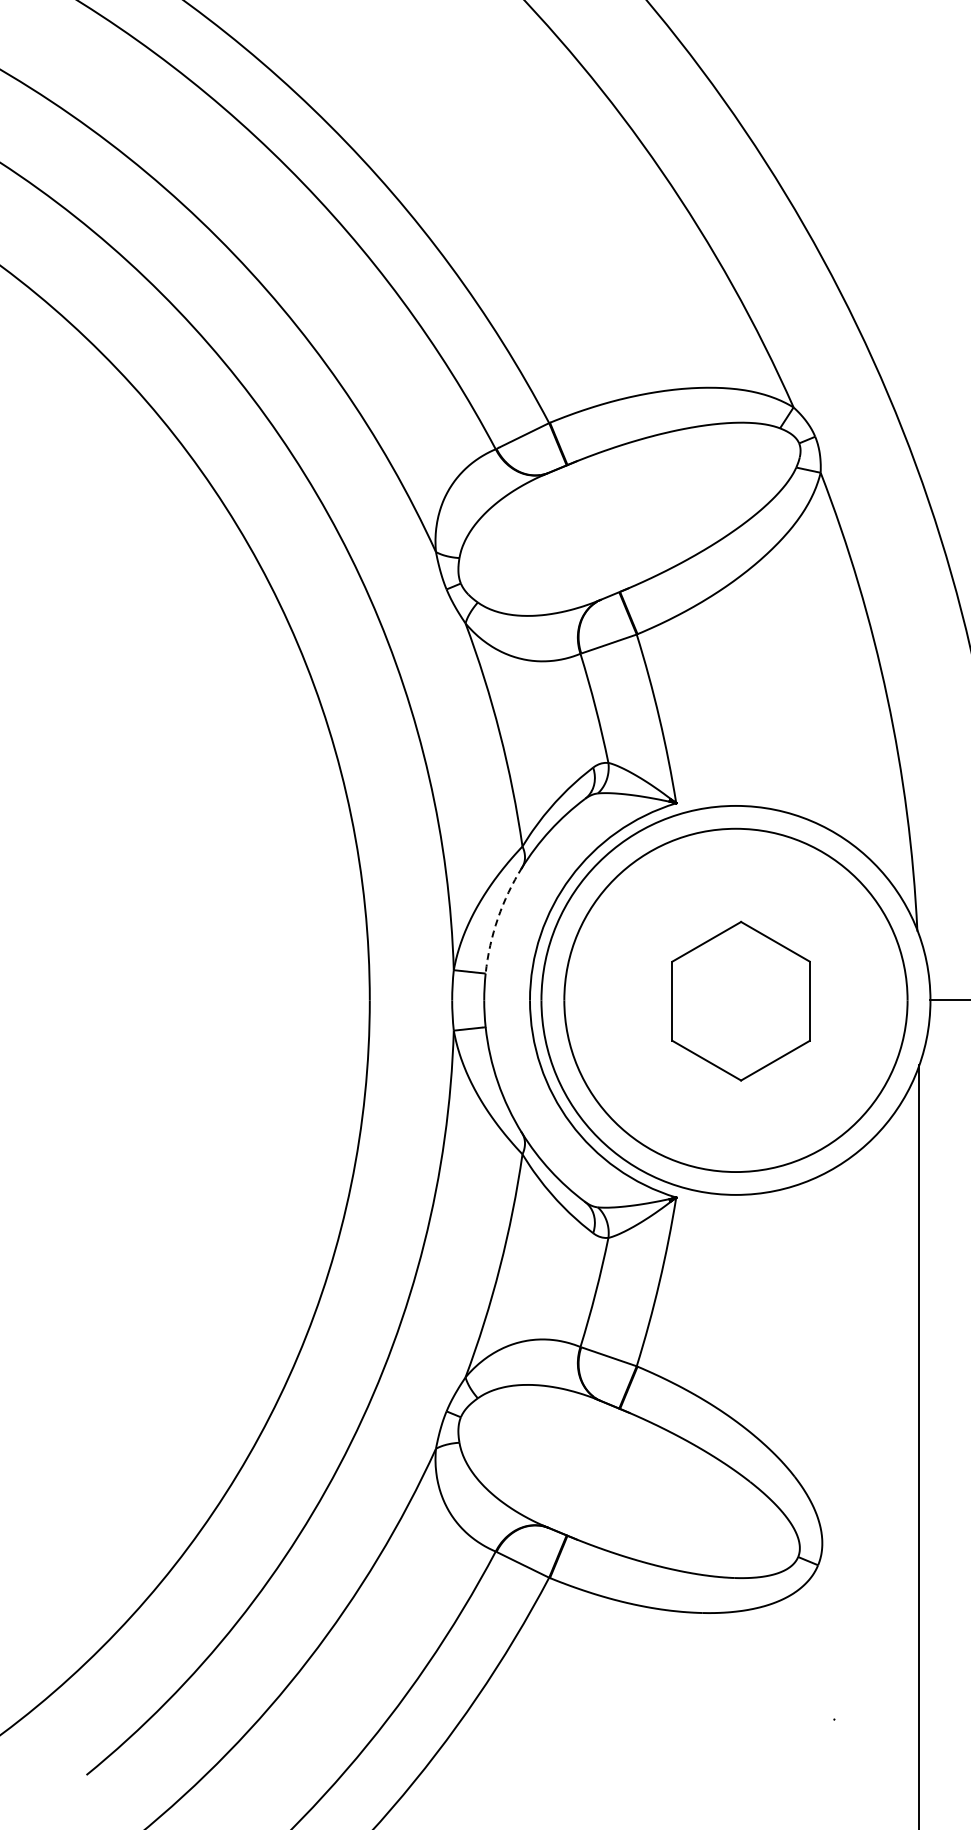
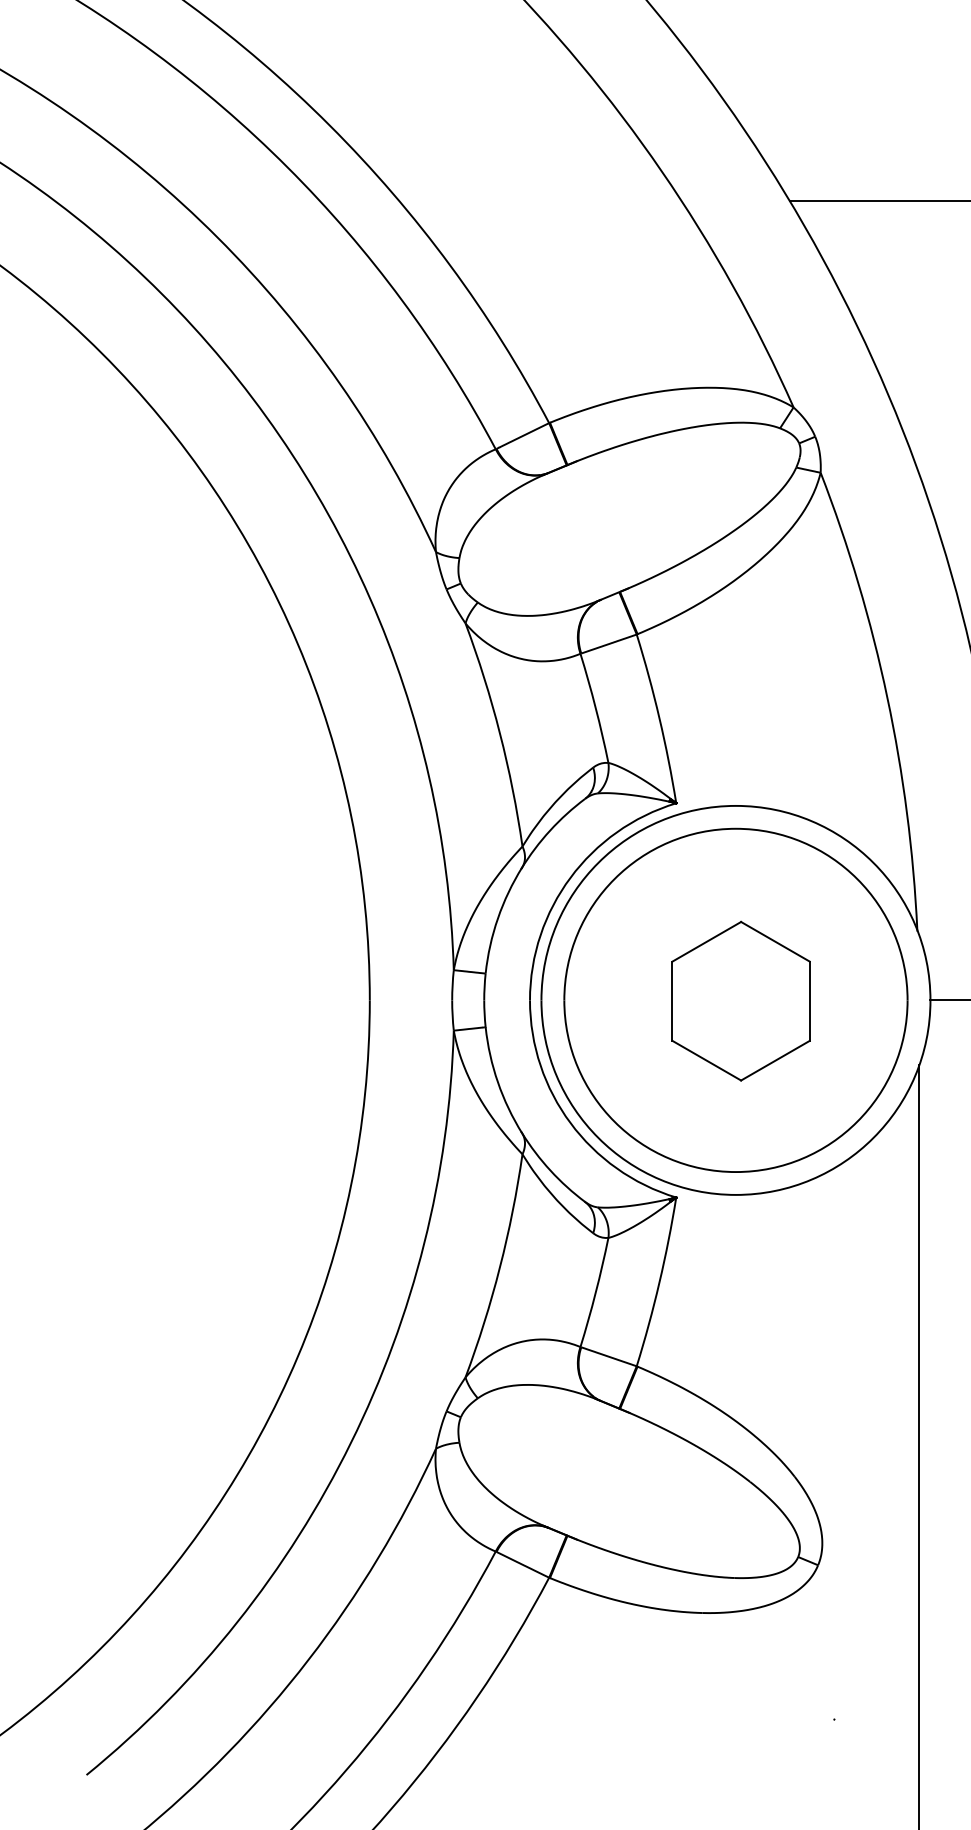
line at (878, 201): none -> present
arc at (497, 918): dashed -> solid
